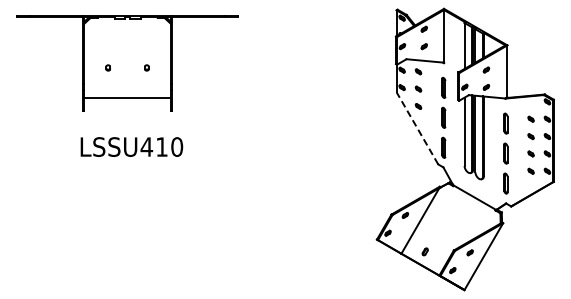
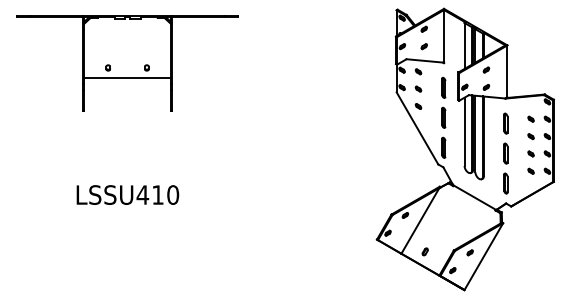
line at (127, 97) position: (127, 97) -> (127, 77)
line at (417, 128): dashed -> solid
text at (131, 146) position: (131, 146) -> (127, 194)
